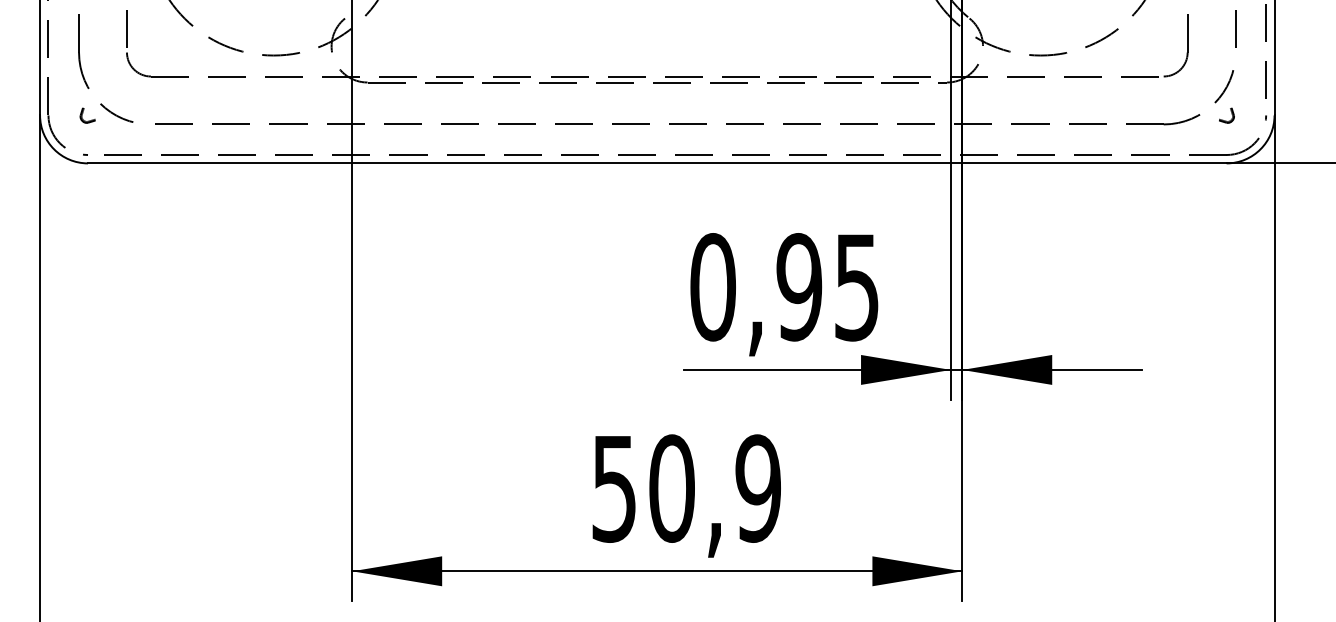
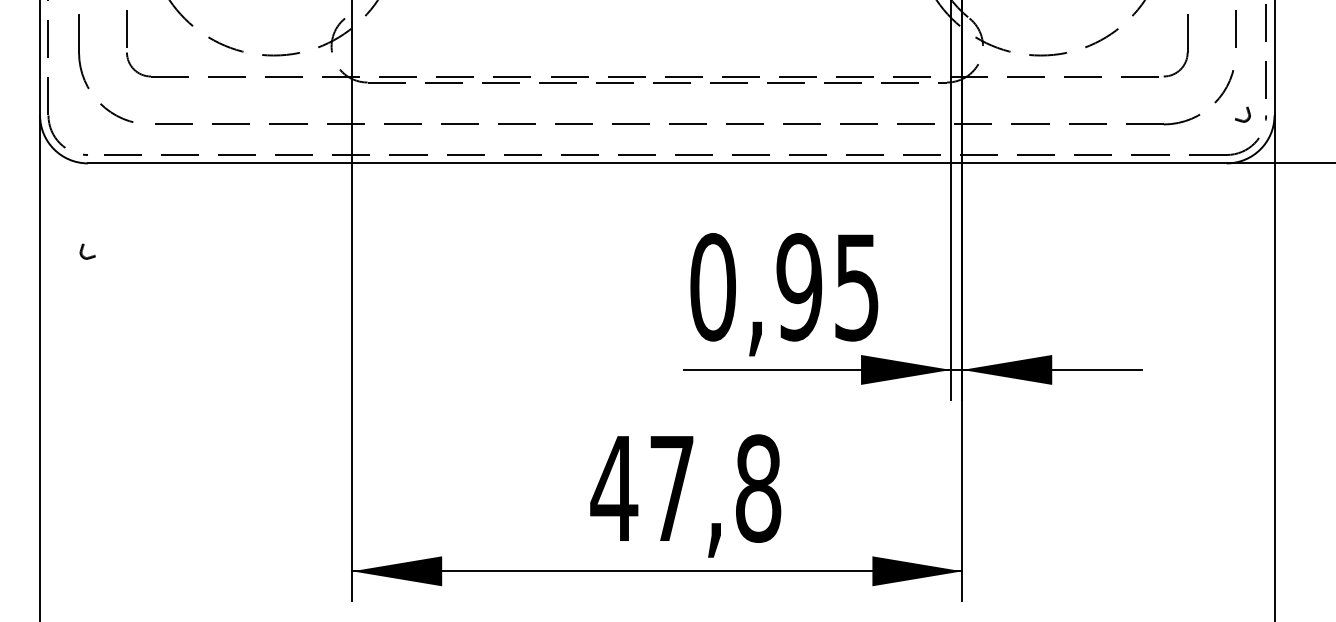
part at (87, 115) position: (87, 115) -> (87, 251)
part at (1226, 115) position: (1226, 115) -> (1242, 114)
text at (685, 488): 50,9 -> 47,8
